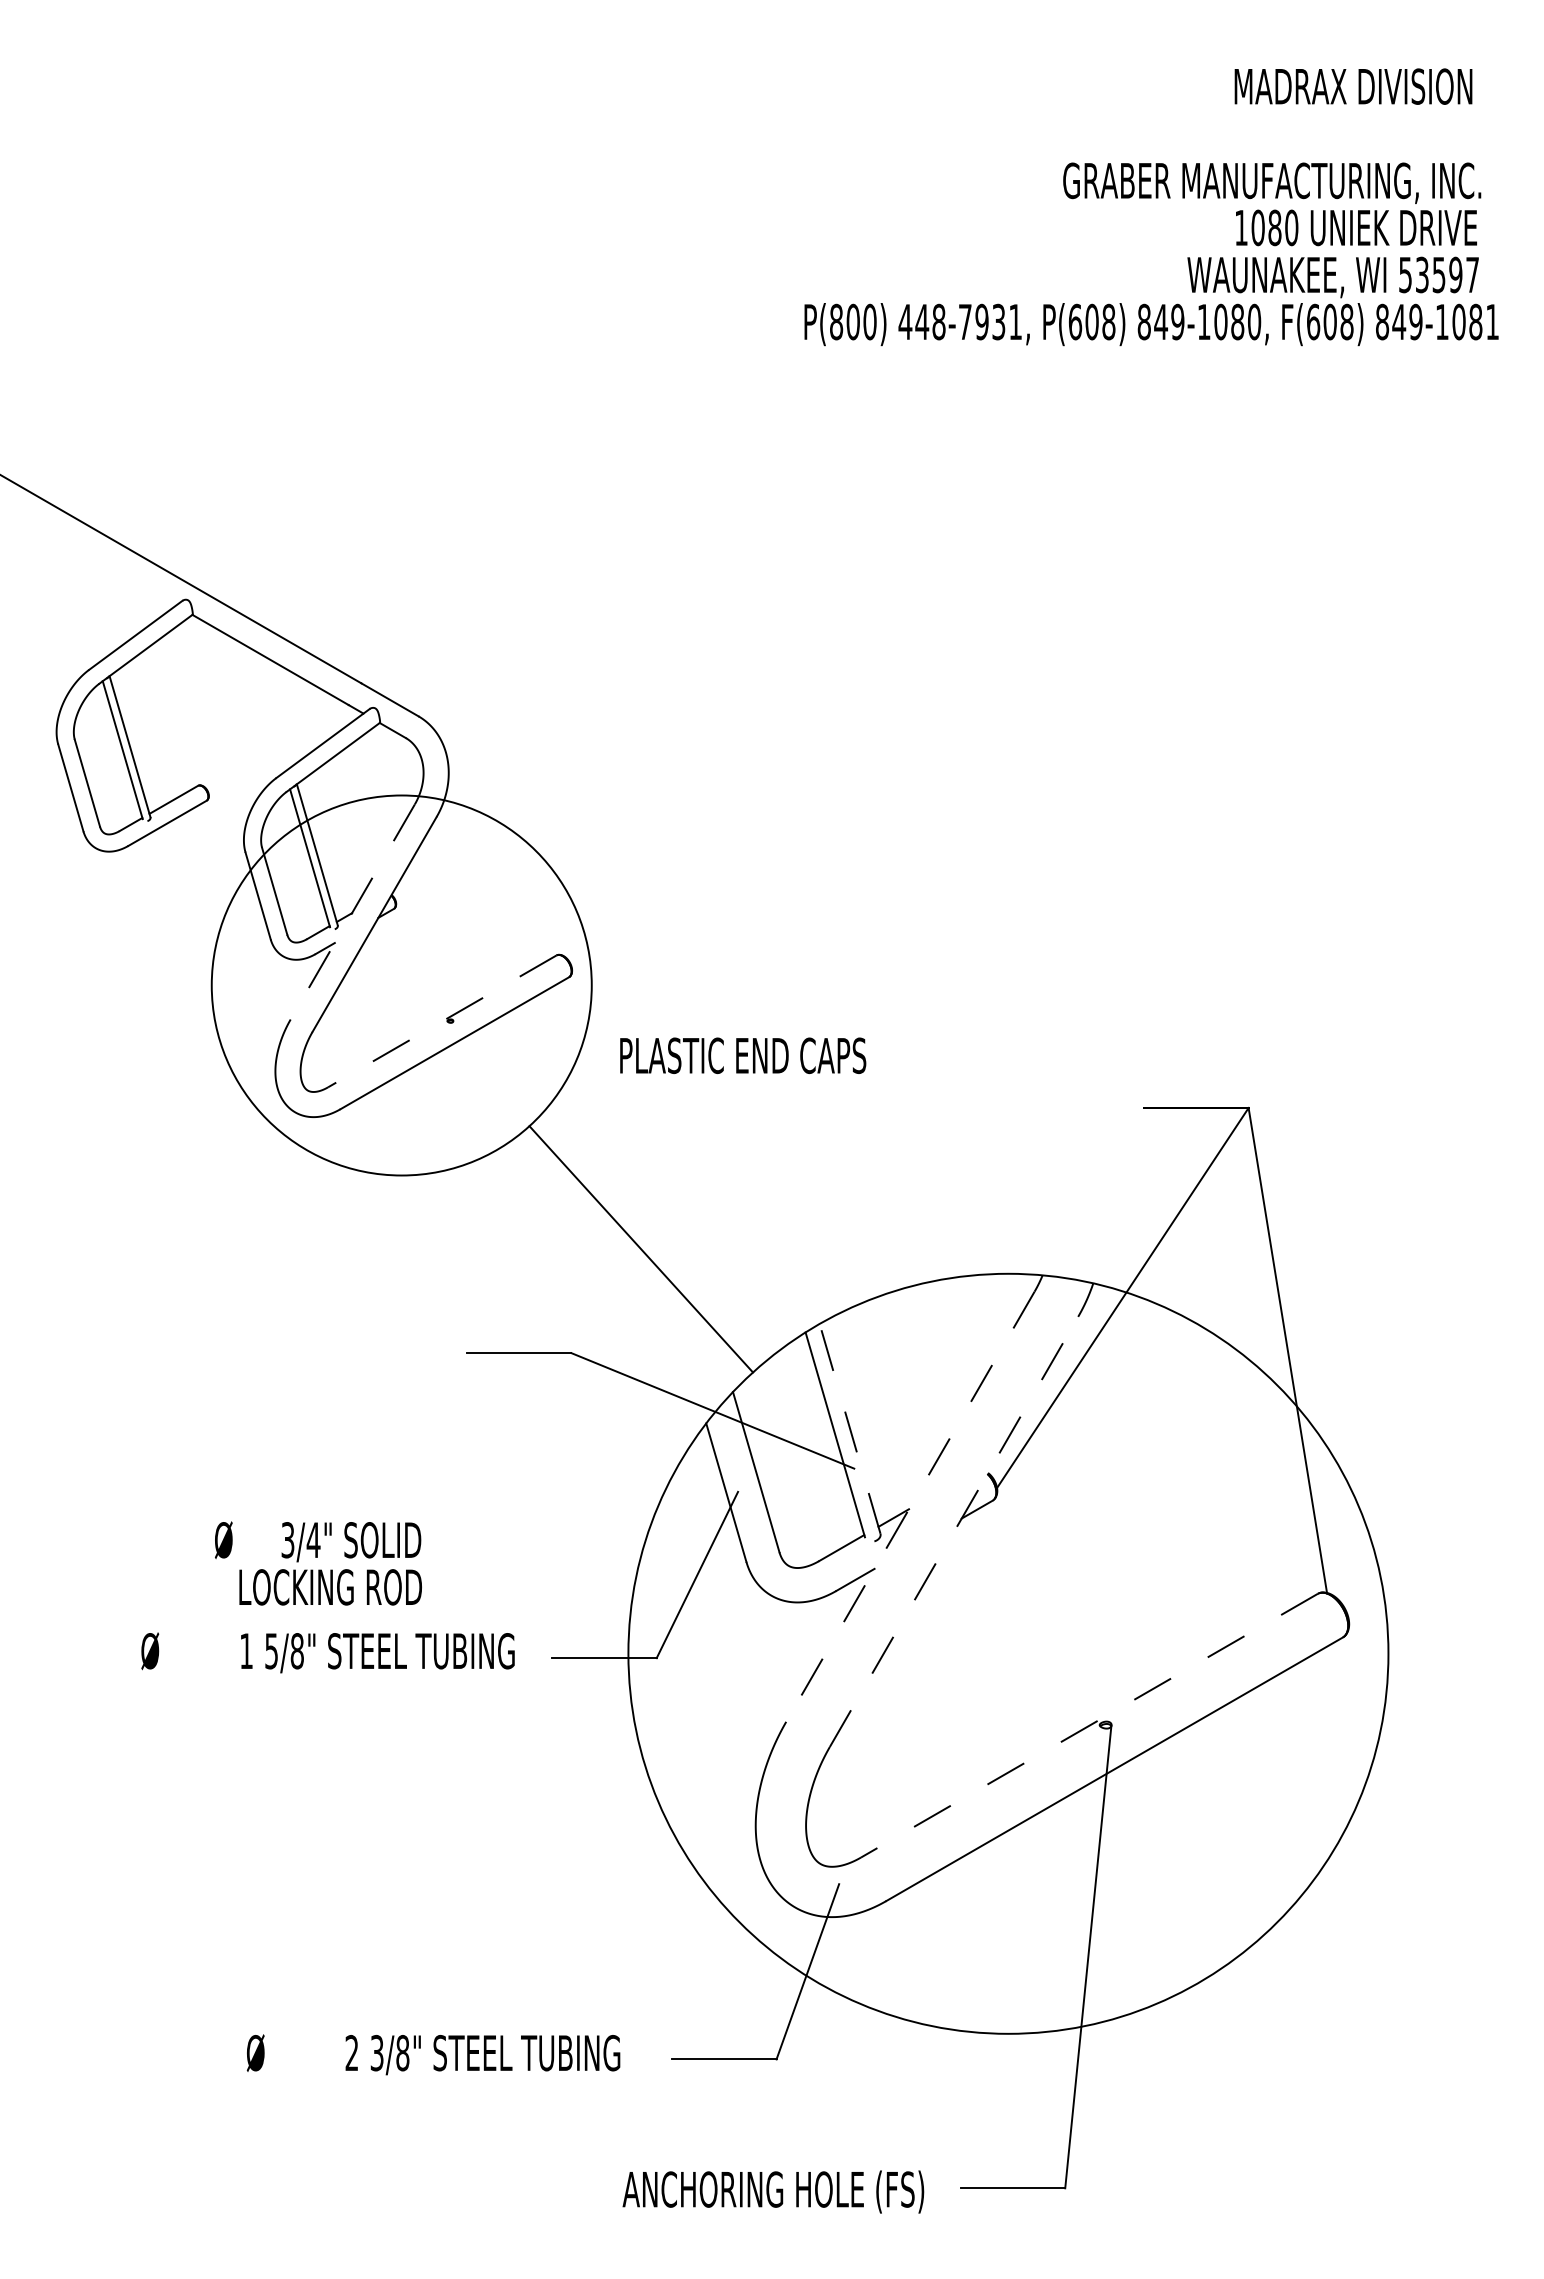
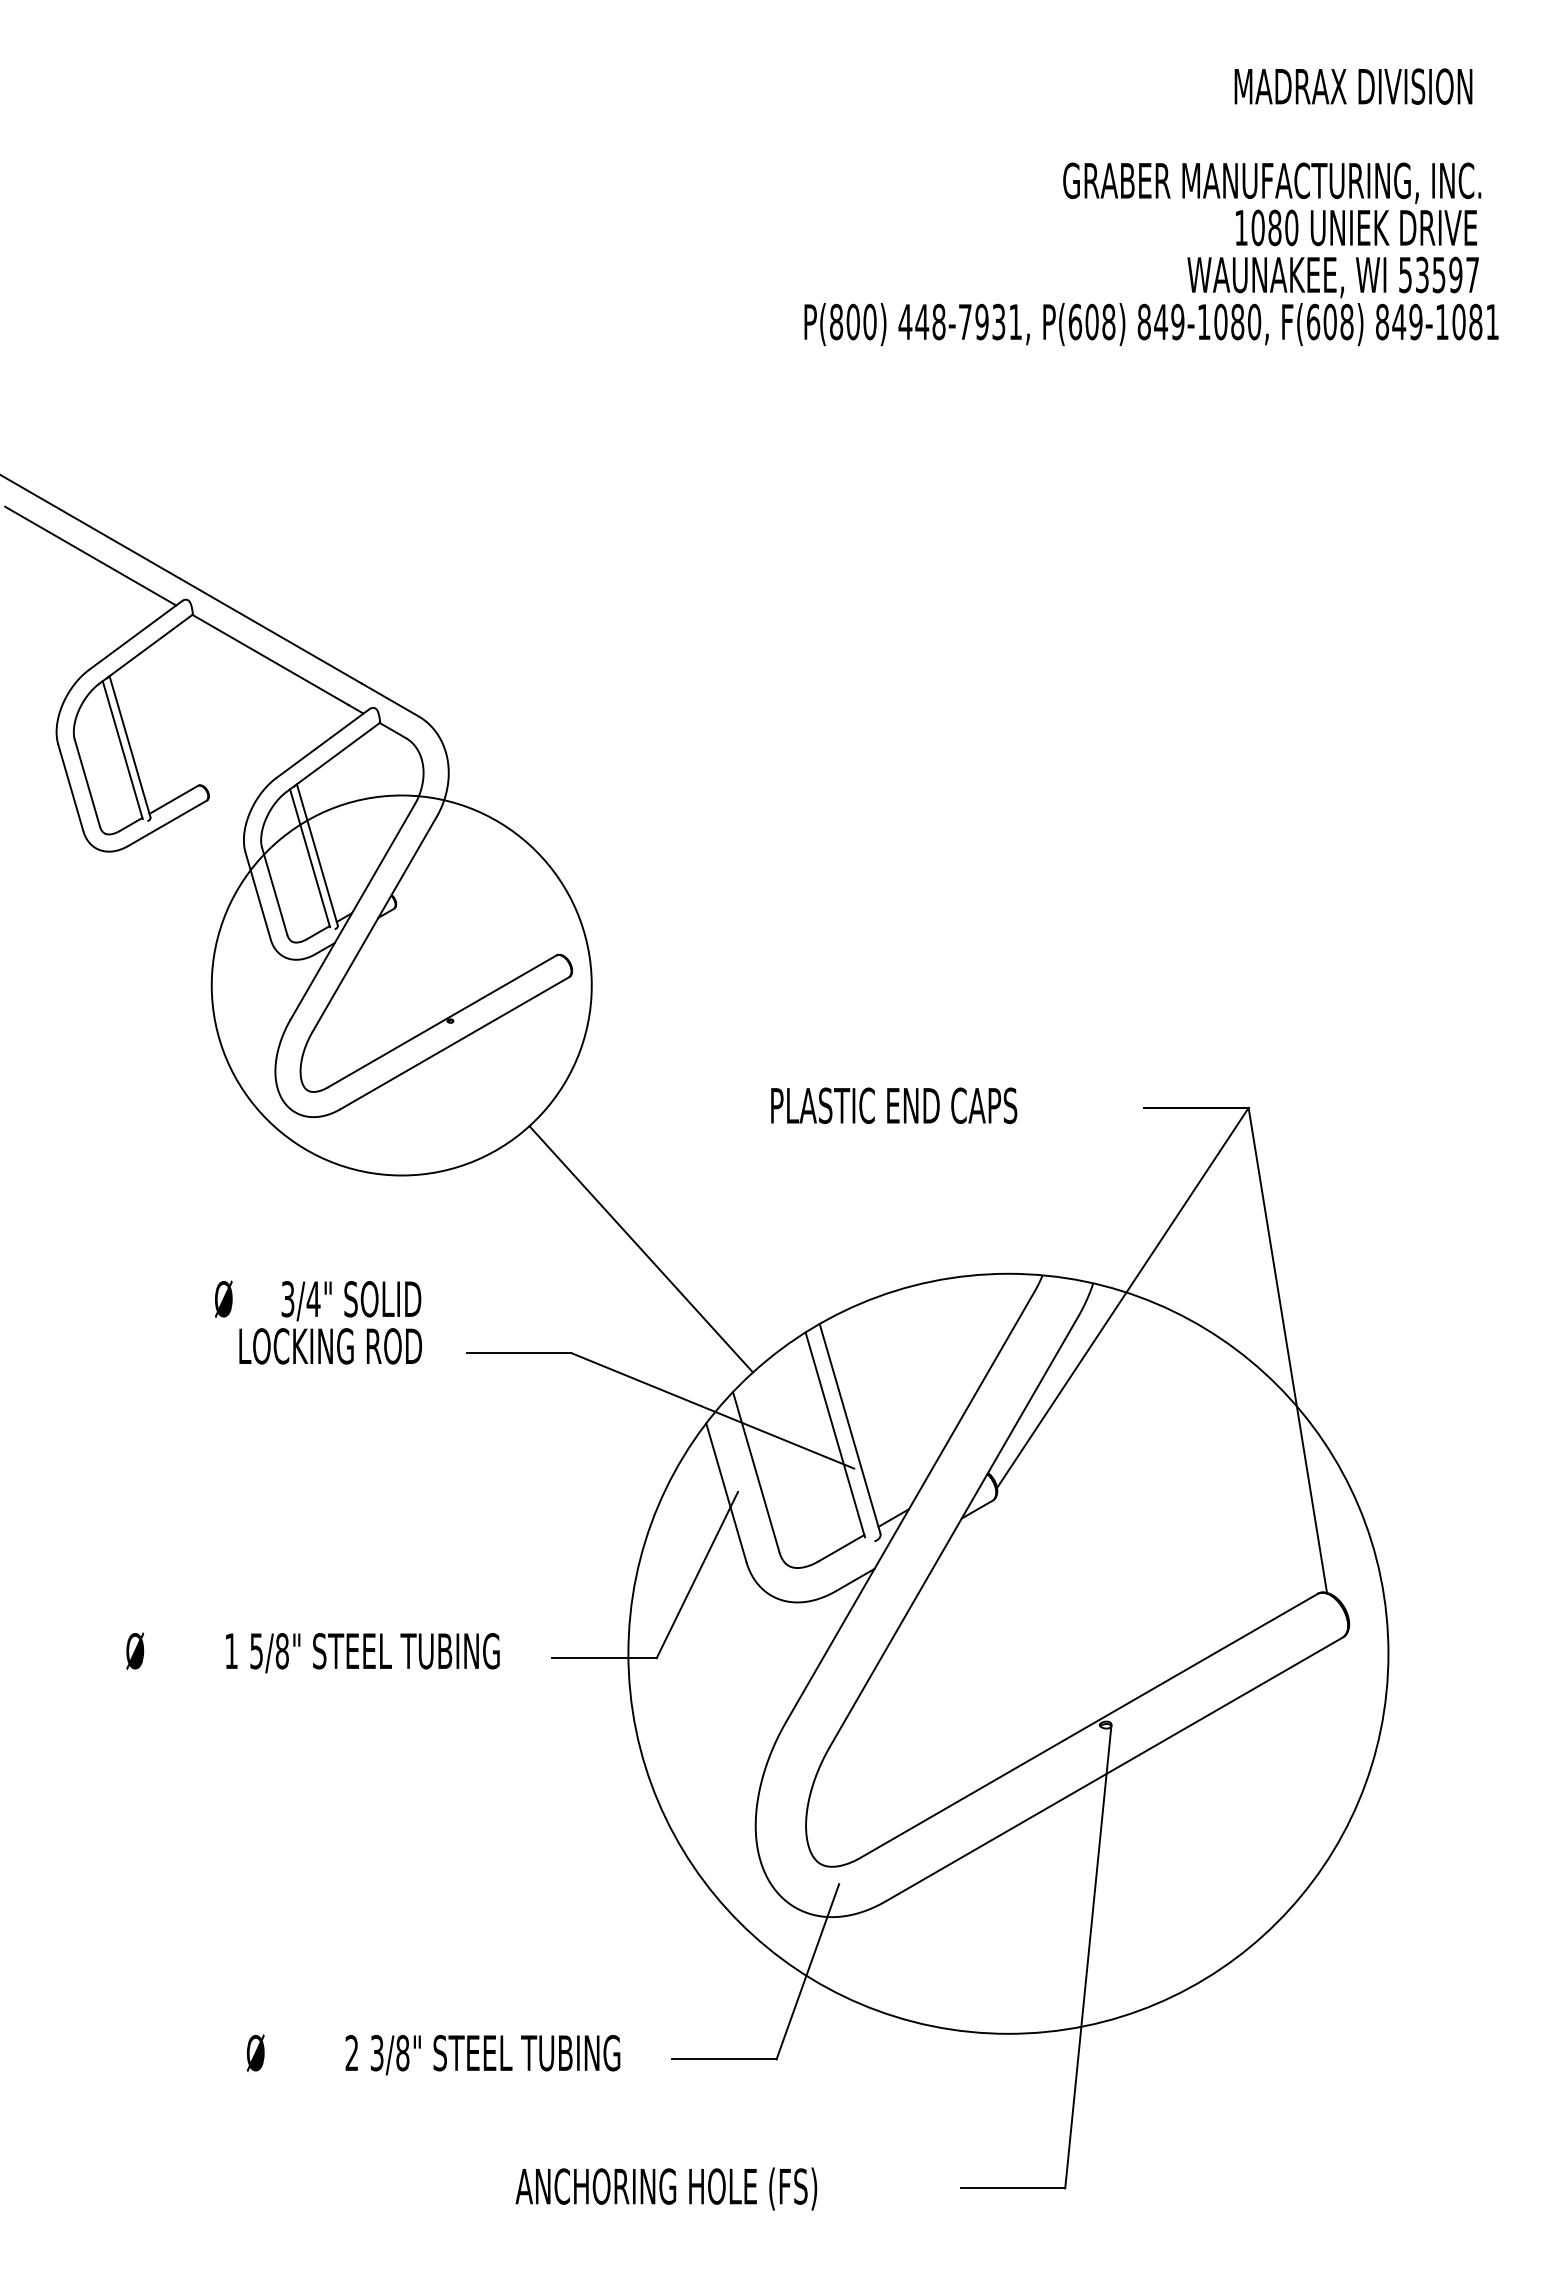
line at (90, 555): none -> present
line at (352, 912): dashed -> solid
line at (442, 1021): dashed -> solid
text at (743, 1055) position: (743, 1055) -> (894, 1105)
line at (849, 1428): dashed -> solid
line at (910, 1507): dashed -> solid
line at (954, 1531): dashed -> solid
text at (318, 1563) position: (318, 1563) -> (318, 1322)
text at (327, 1652) position: (327, 1652) -> (312, 1652)
line at (1089, 1725): dashed -> solid
text at (773, 2191) position: (773, 2191) -> (666, 2188)
